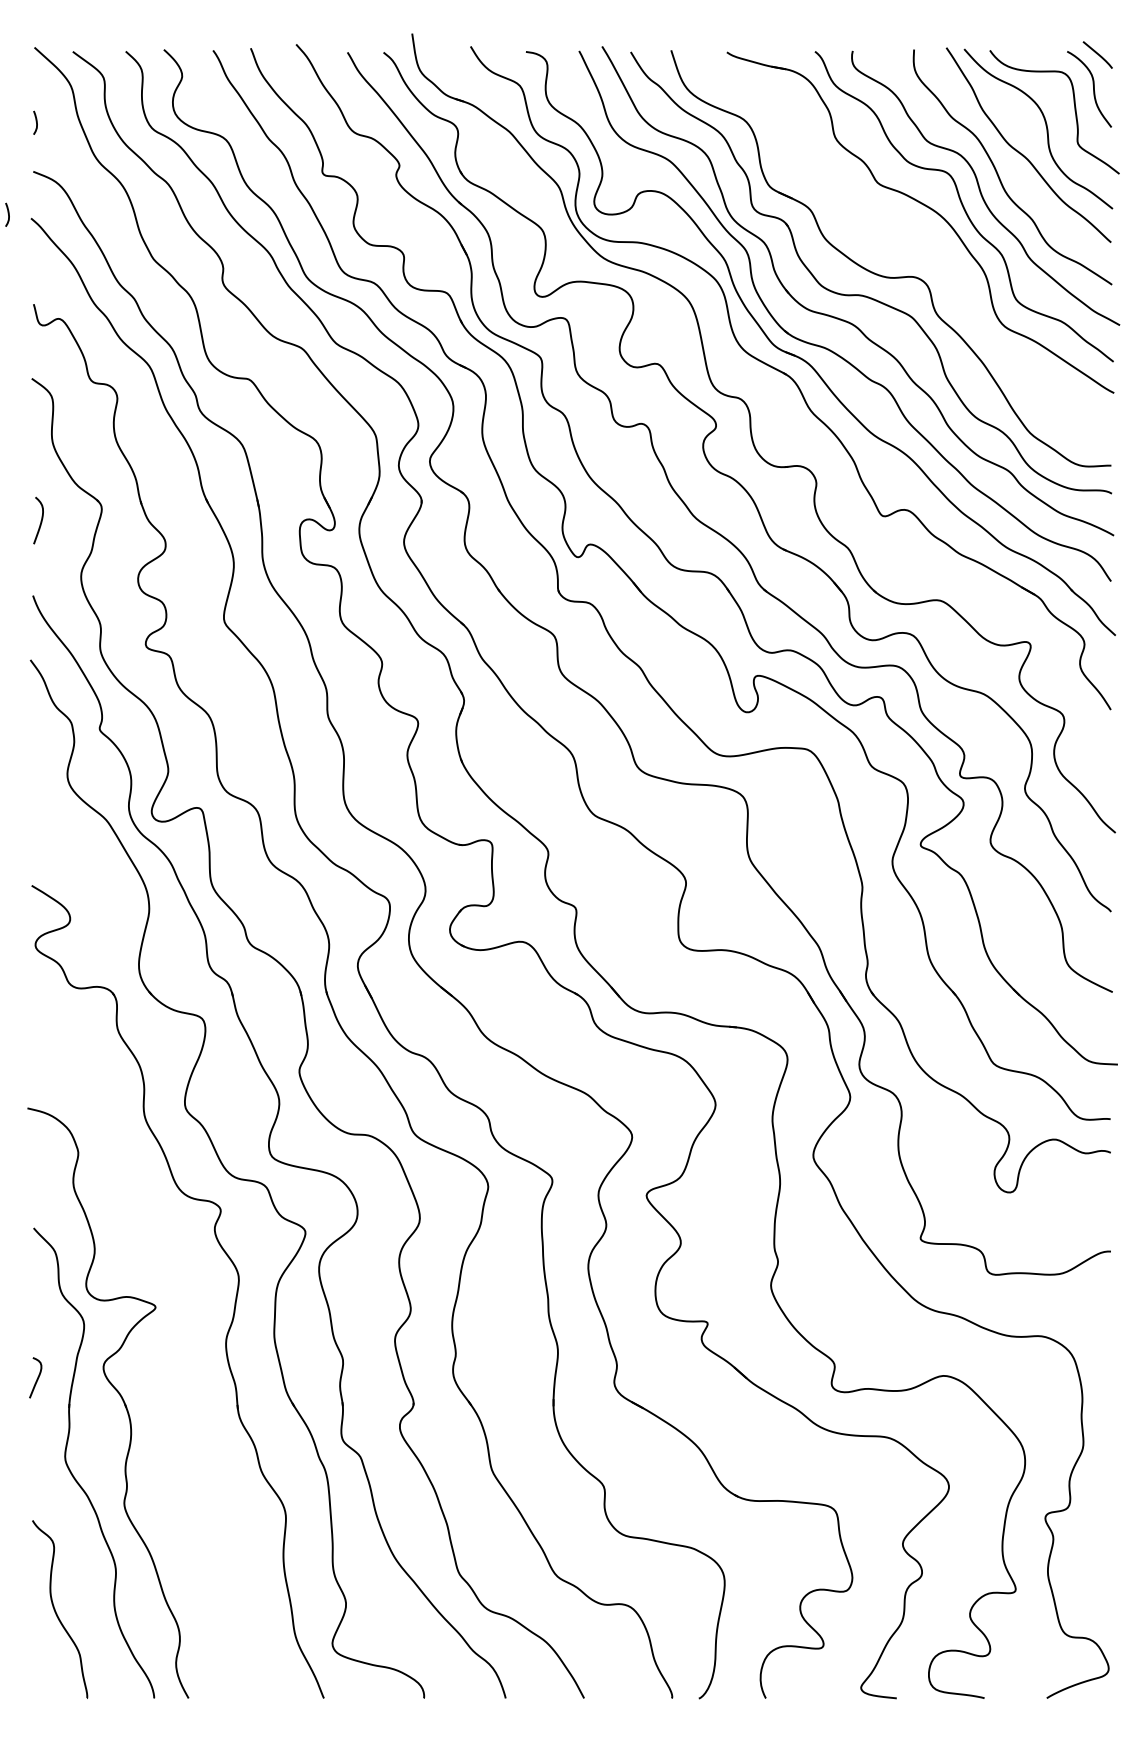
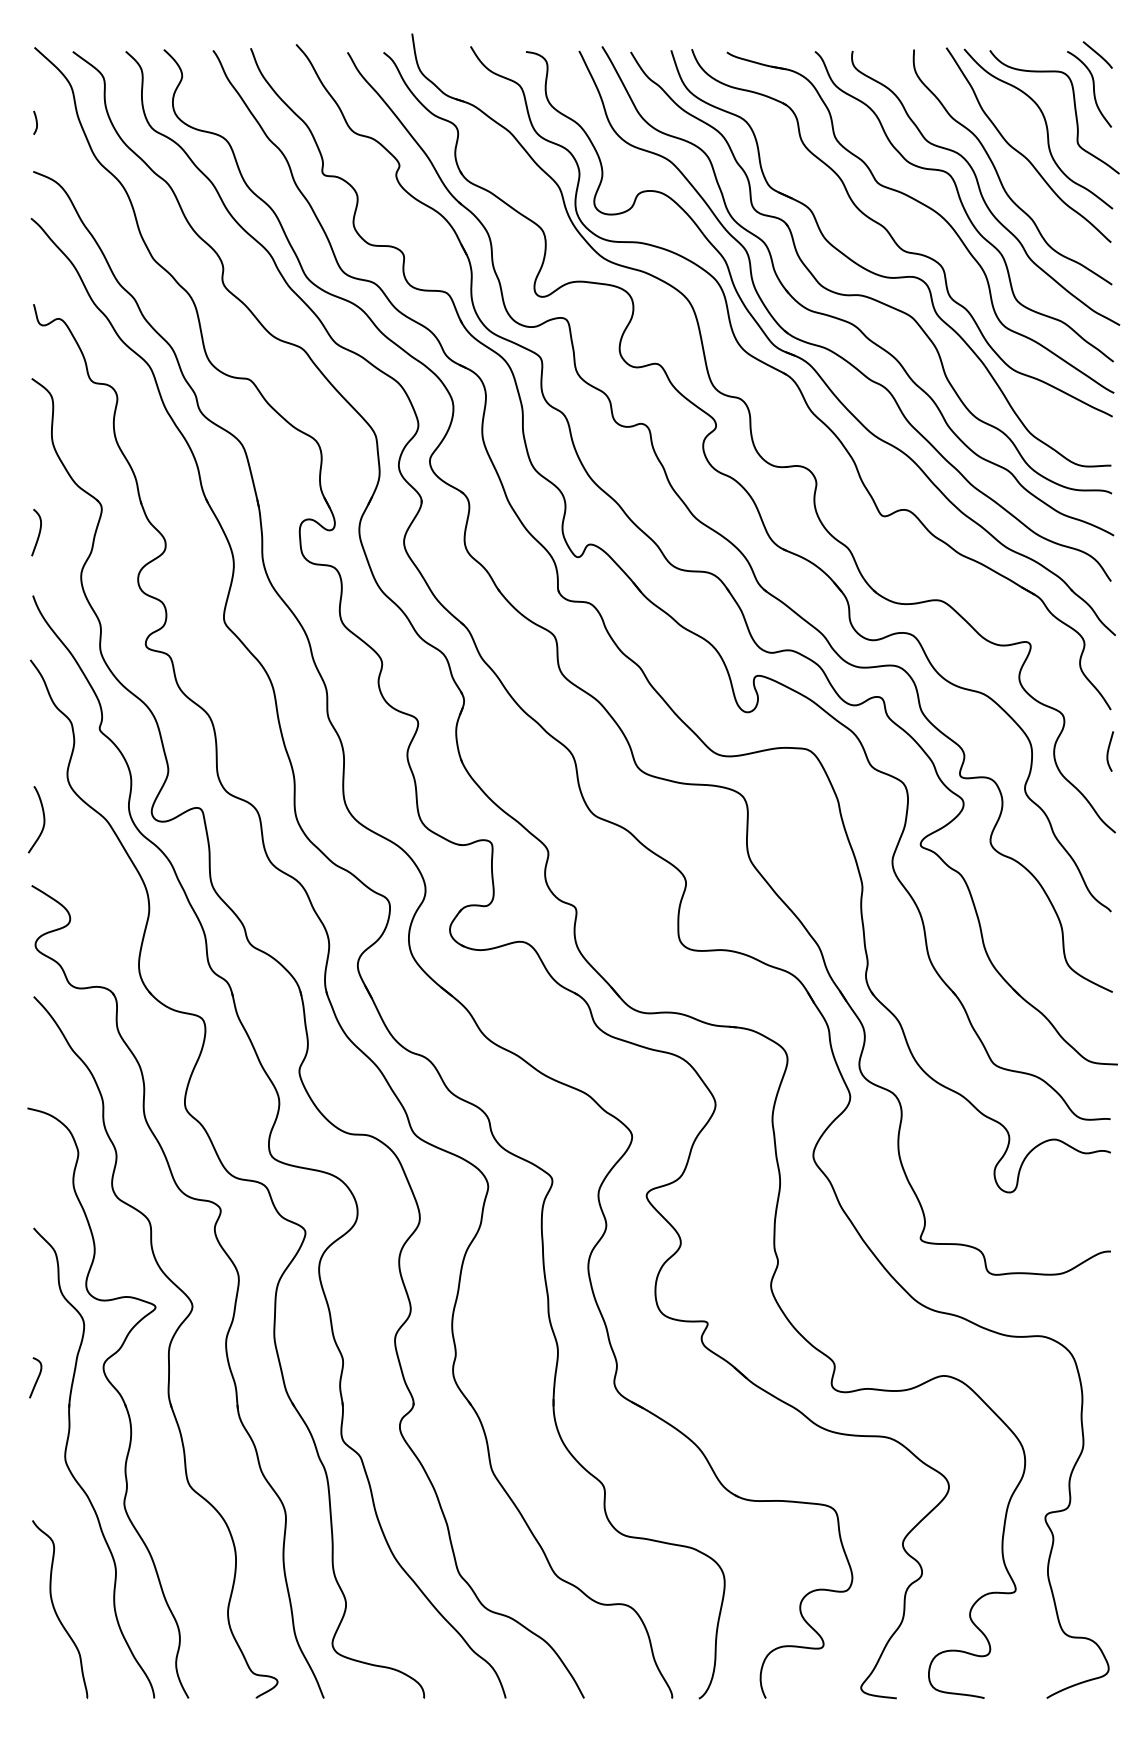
curve at (7, 213): present -> none
part at (893, 237): none -> present
curve at (40, 520) position: (40, 520) -> (38, 532)
curve at (1109, 750): none -> present
curve at (43, 819): none -> present
part at (168, 1347): none -> present
